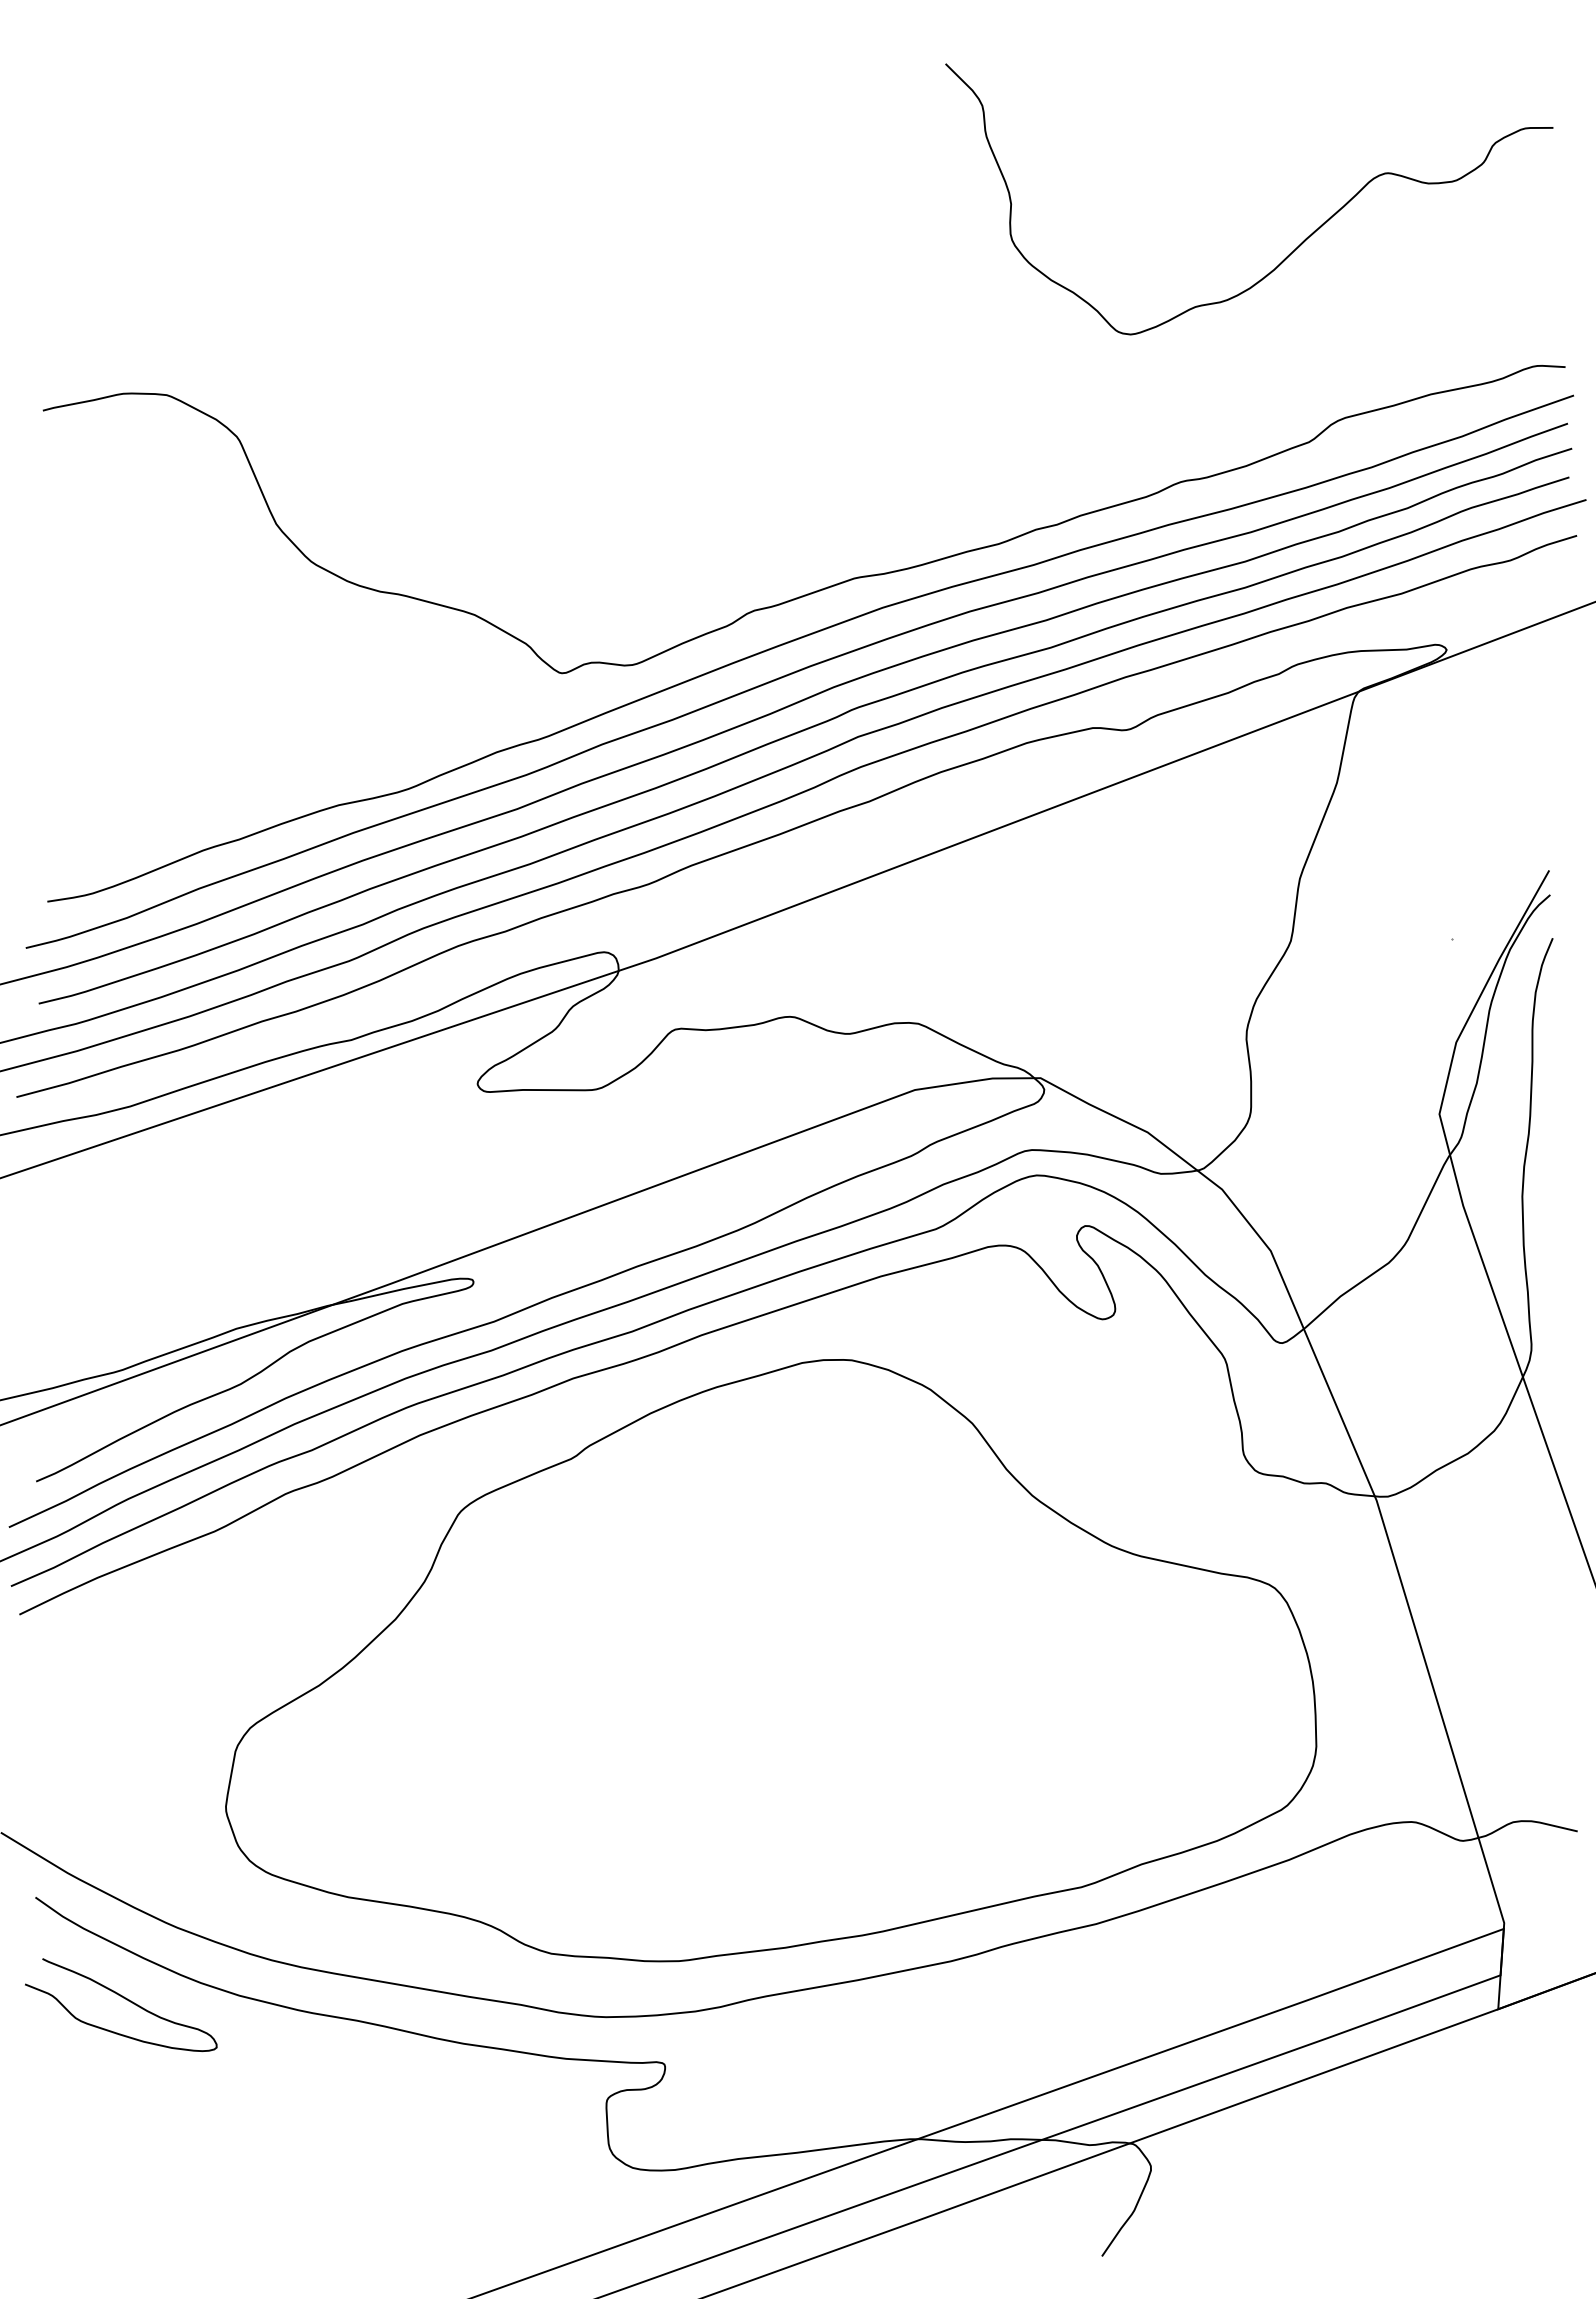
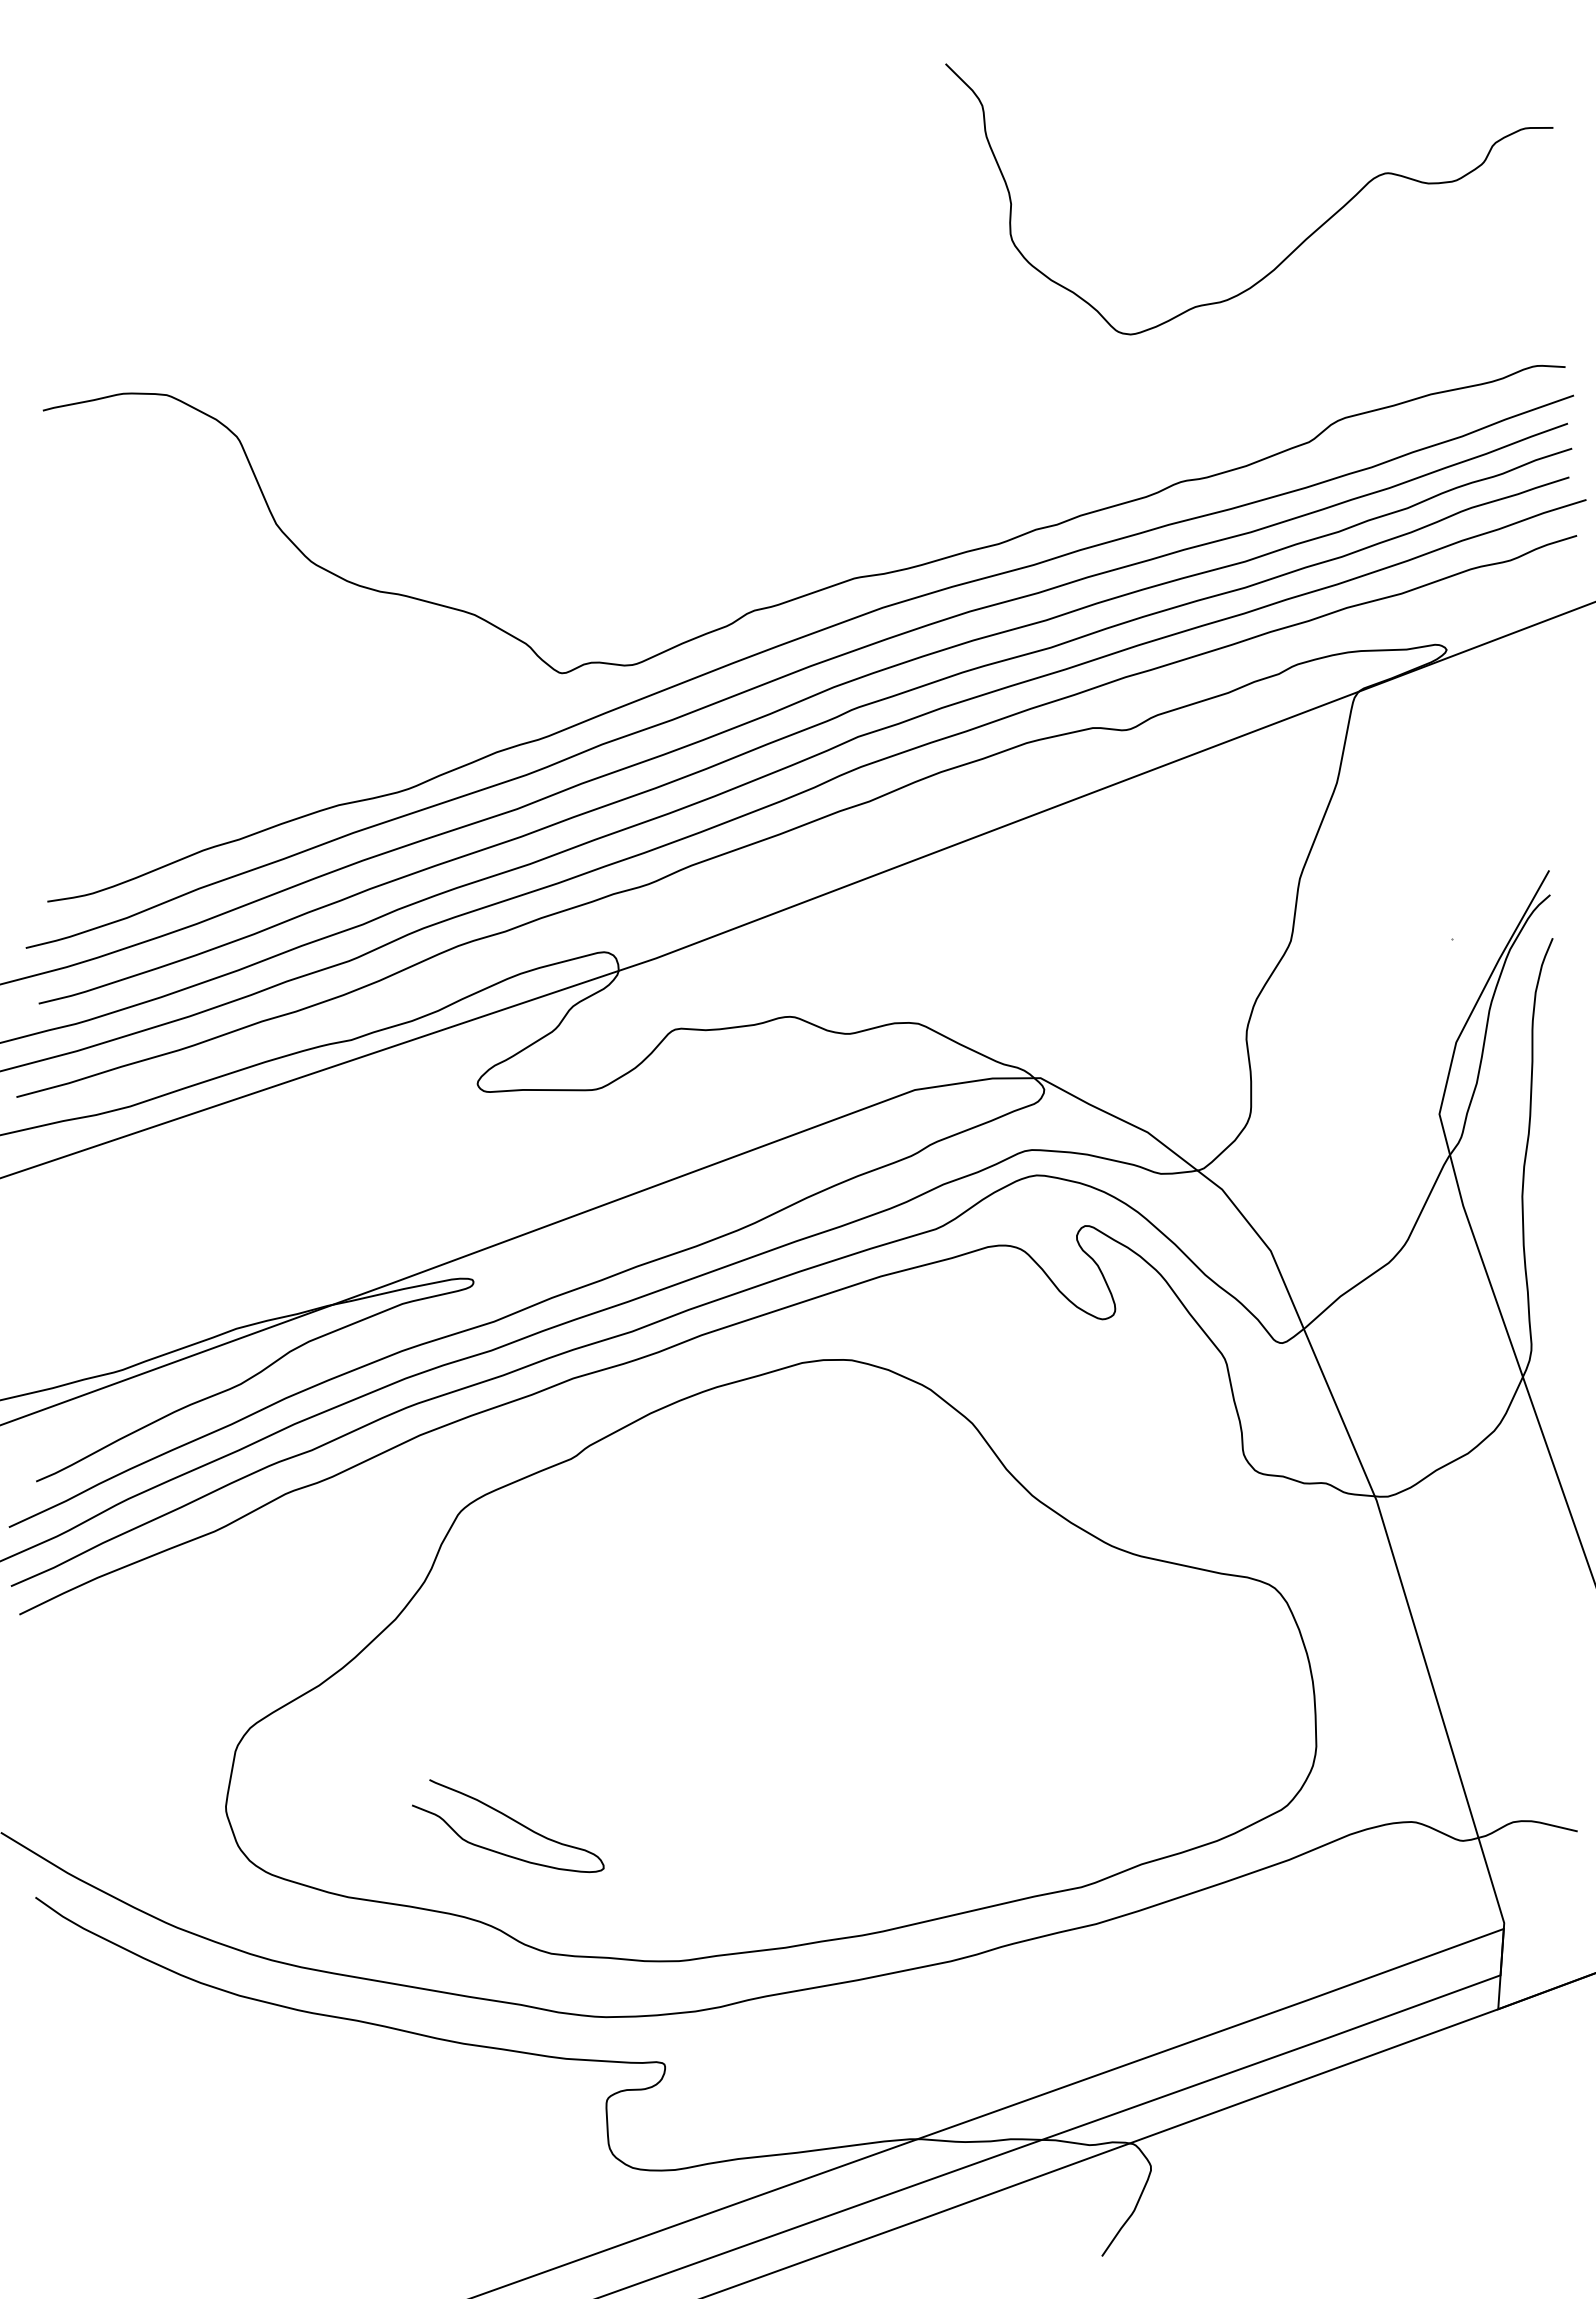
curve at (123, 1998) position: (123, 1998) -> (510, 1819)
